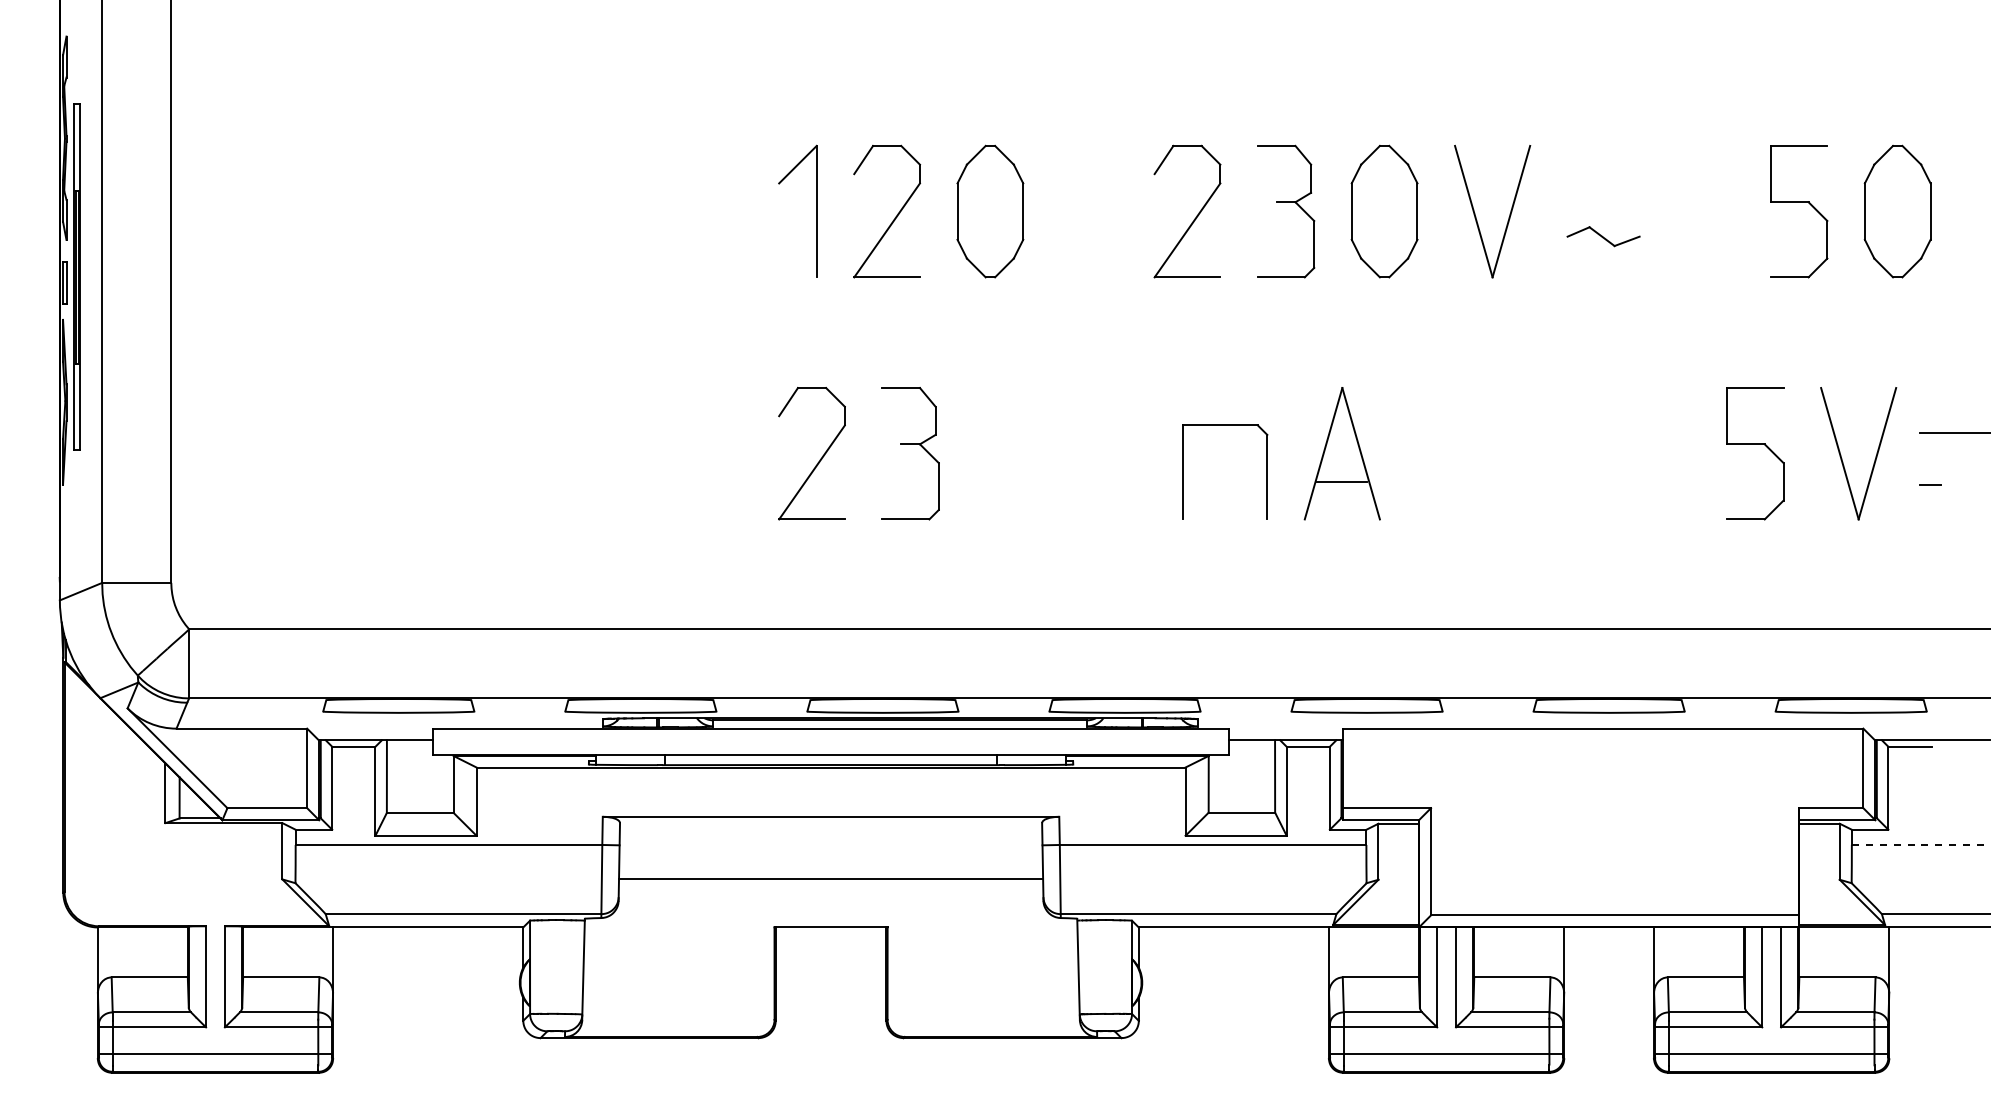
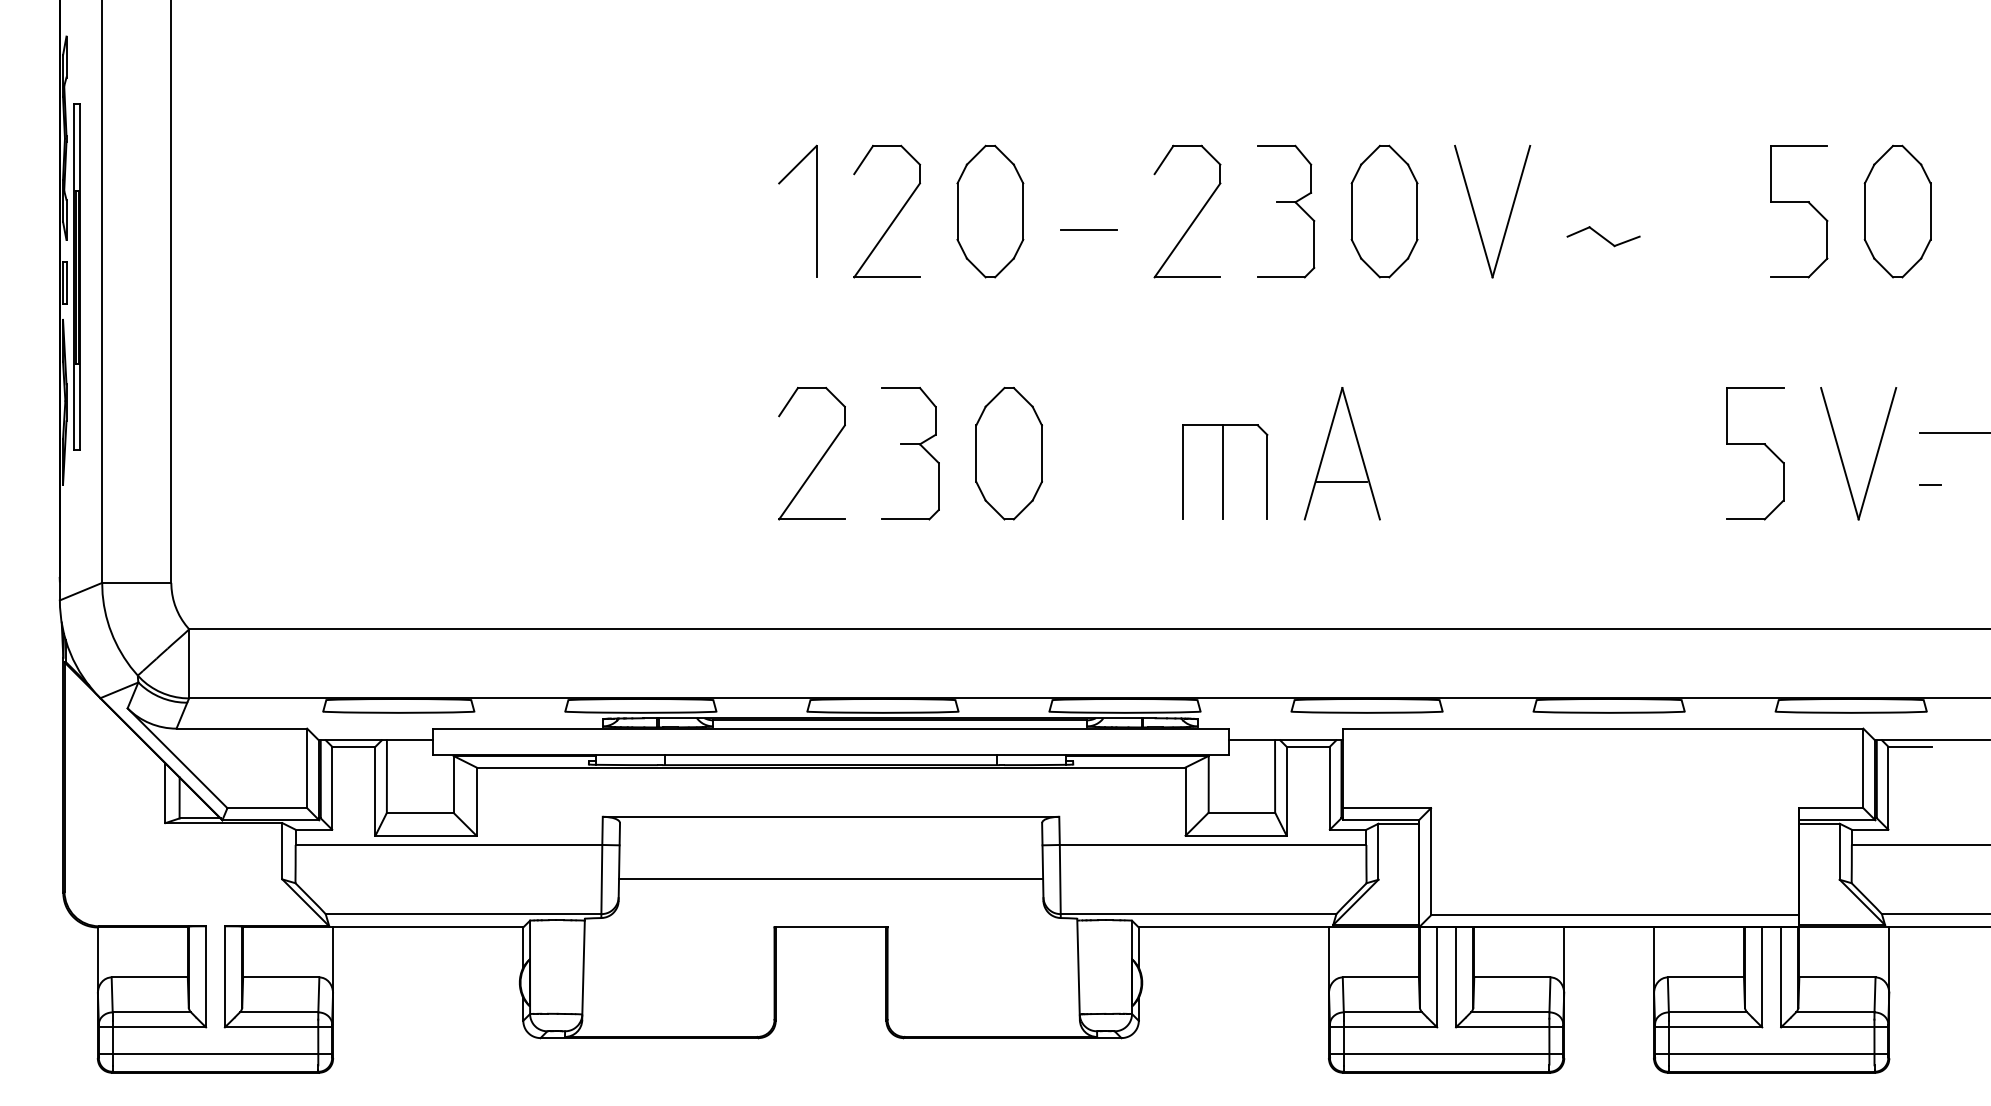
line at (1088, 230): none -> present
part at (1008, 453): none -> present
line at (1223, 472): none -> present
line at (1921, 844): dashed -> solid
